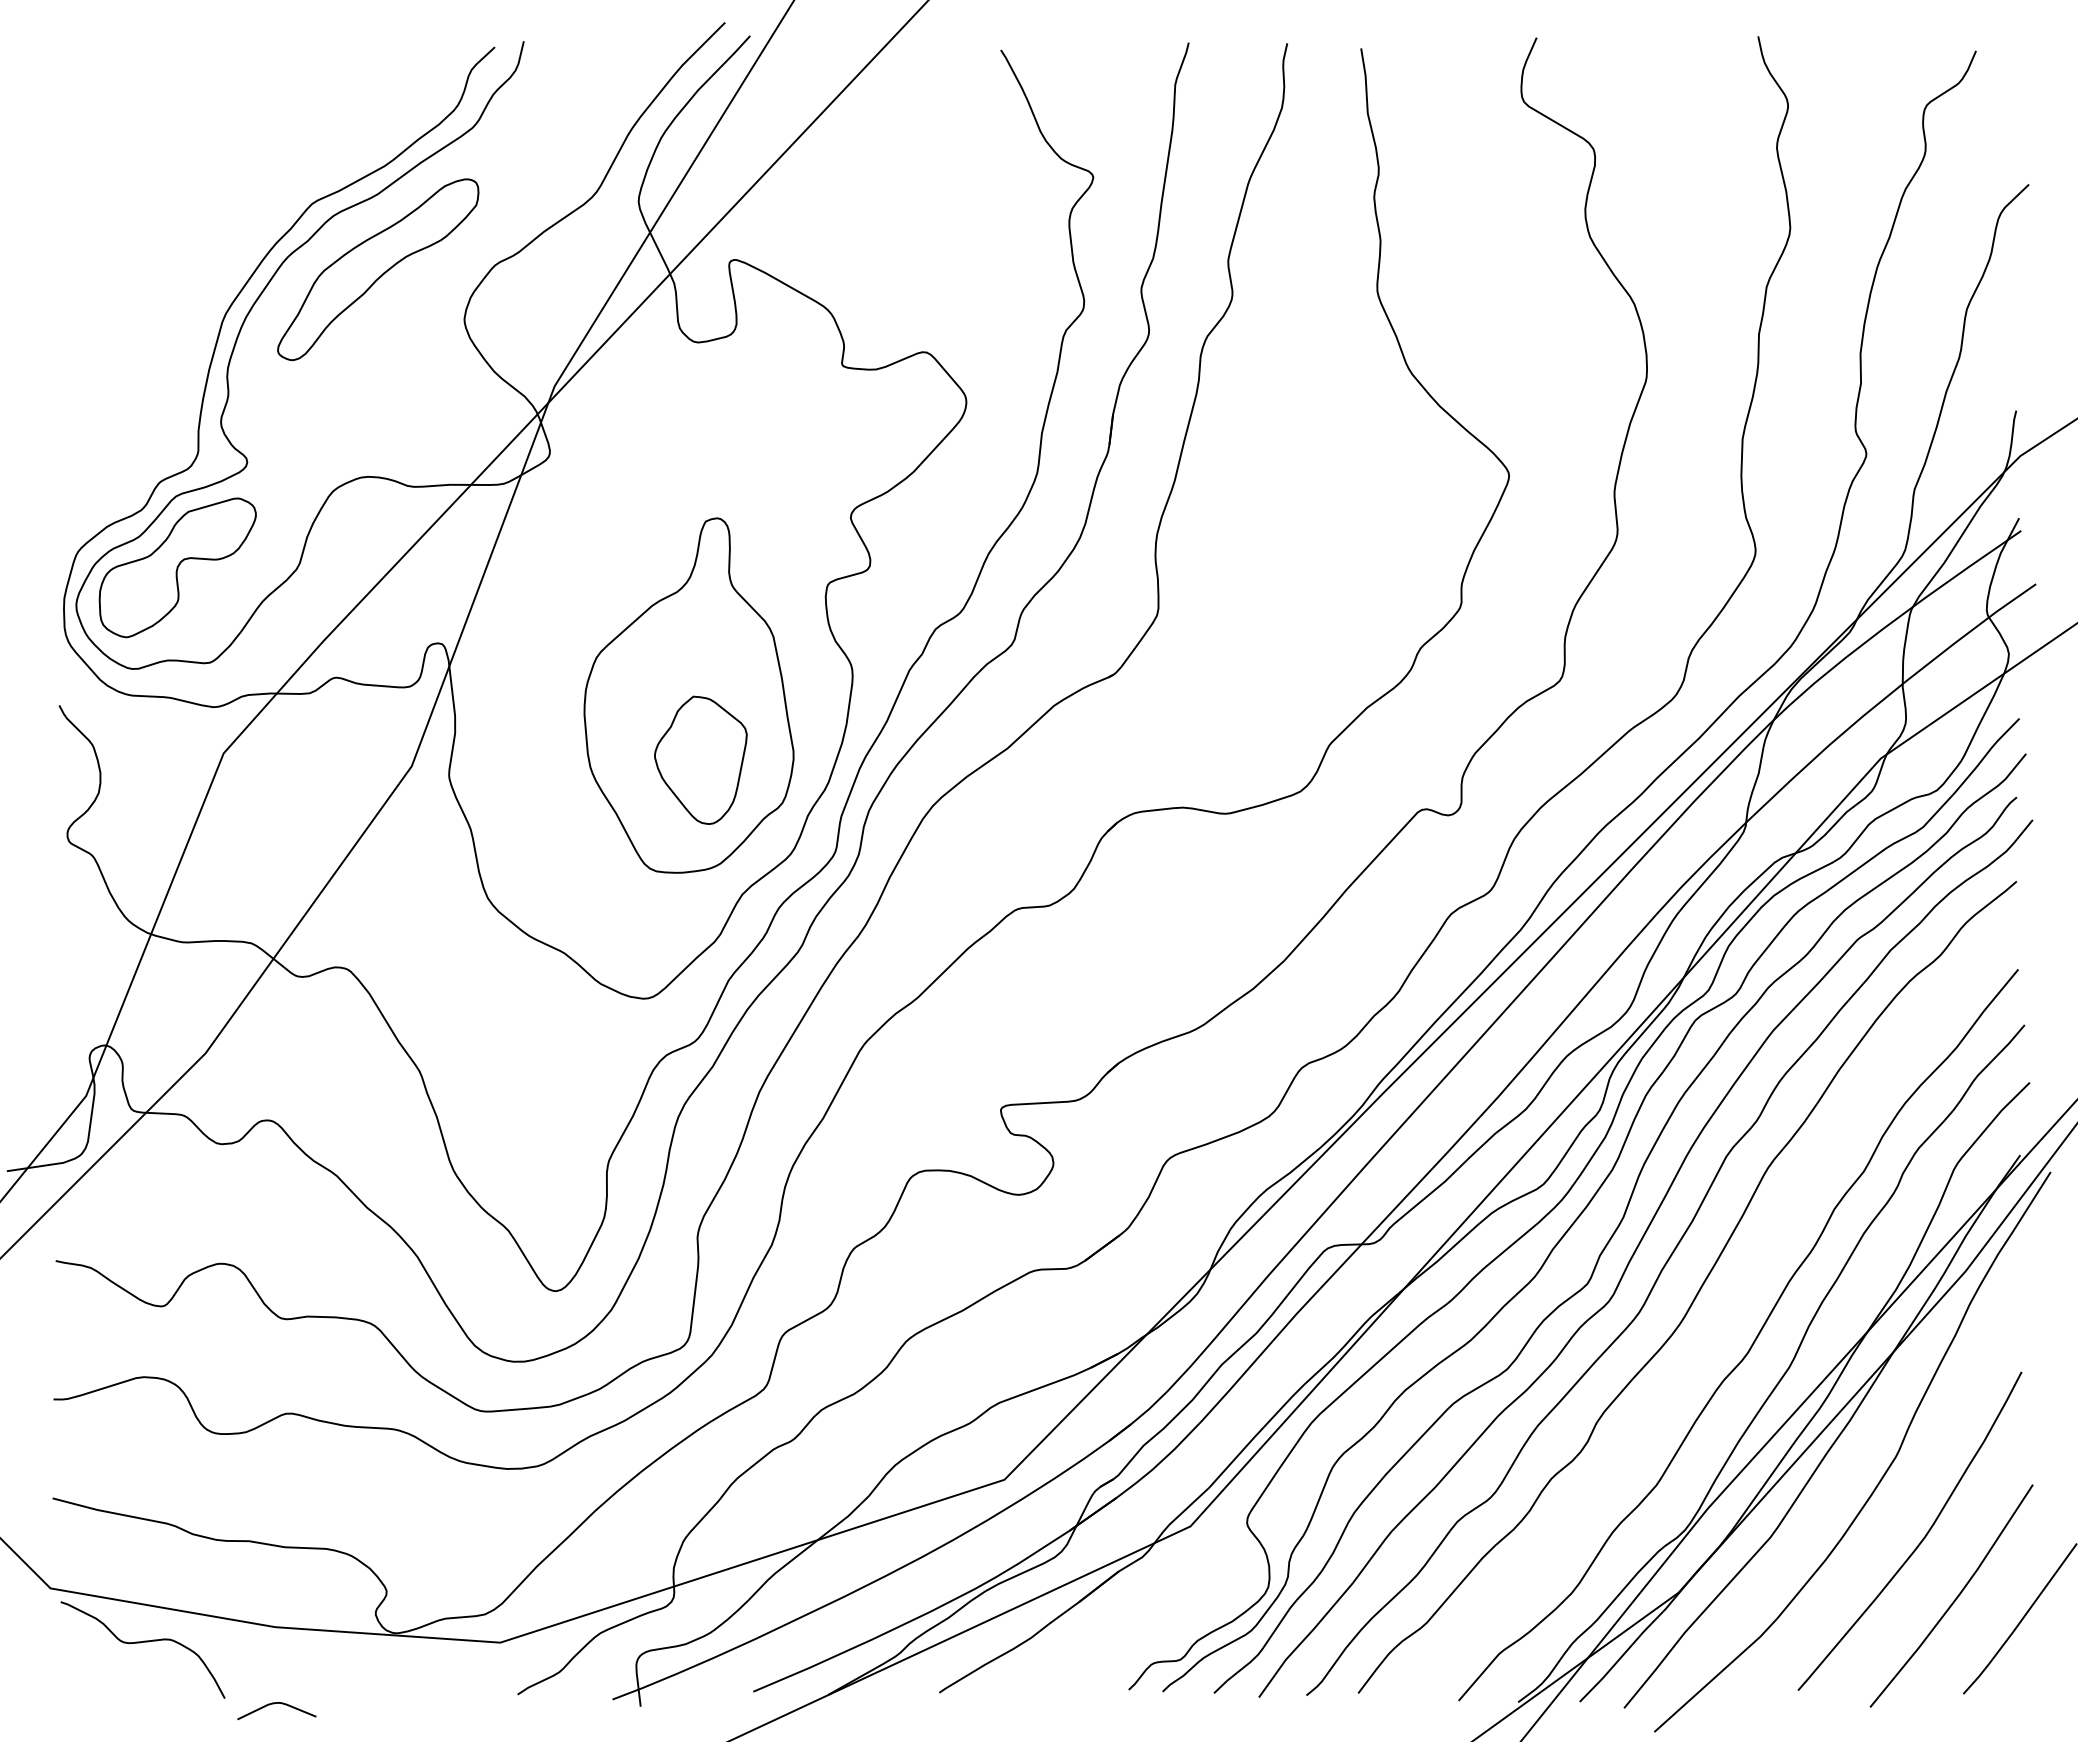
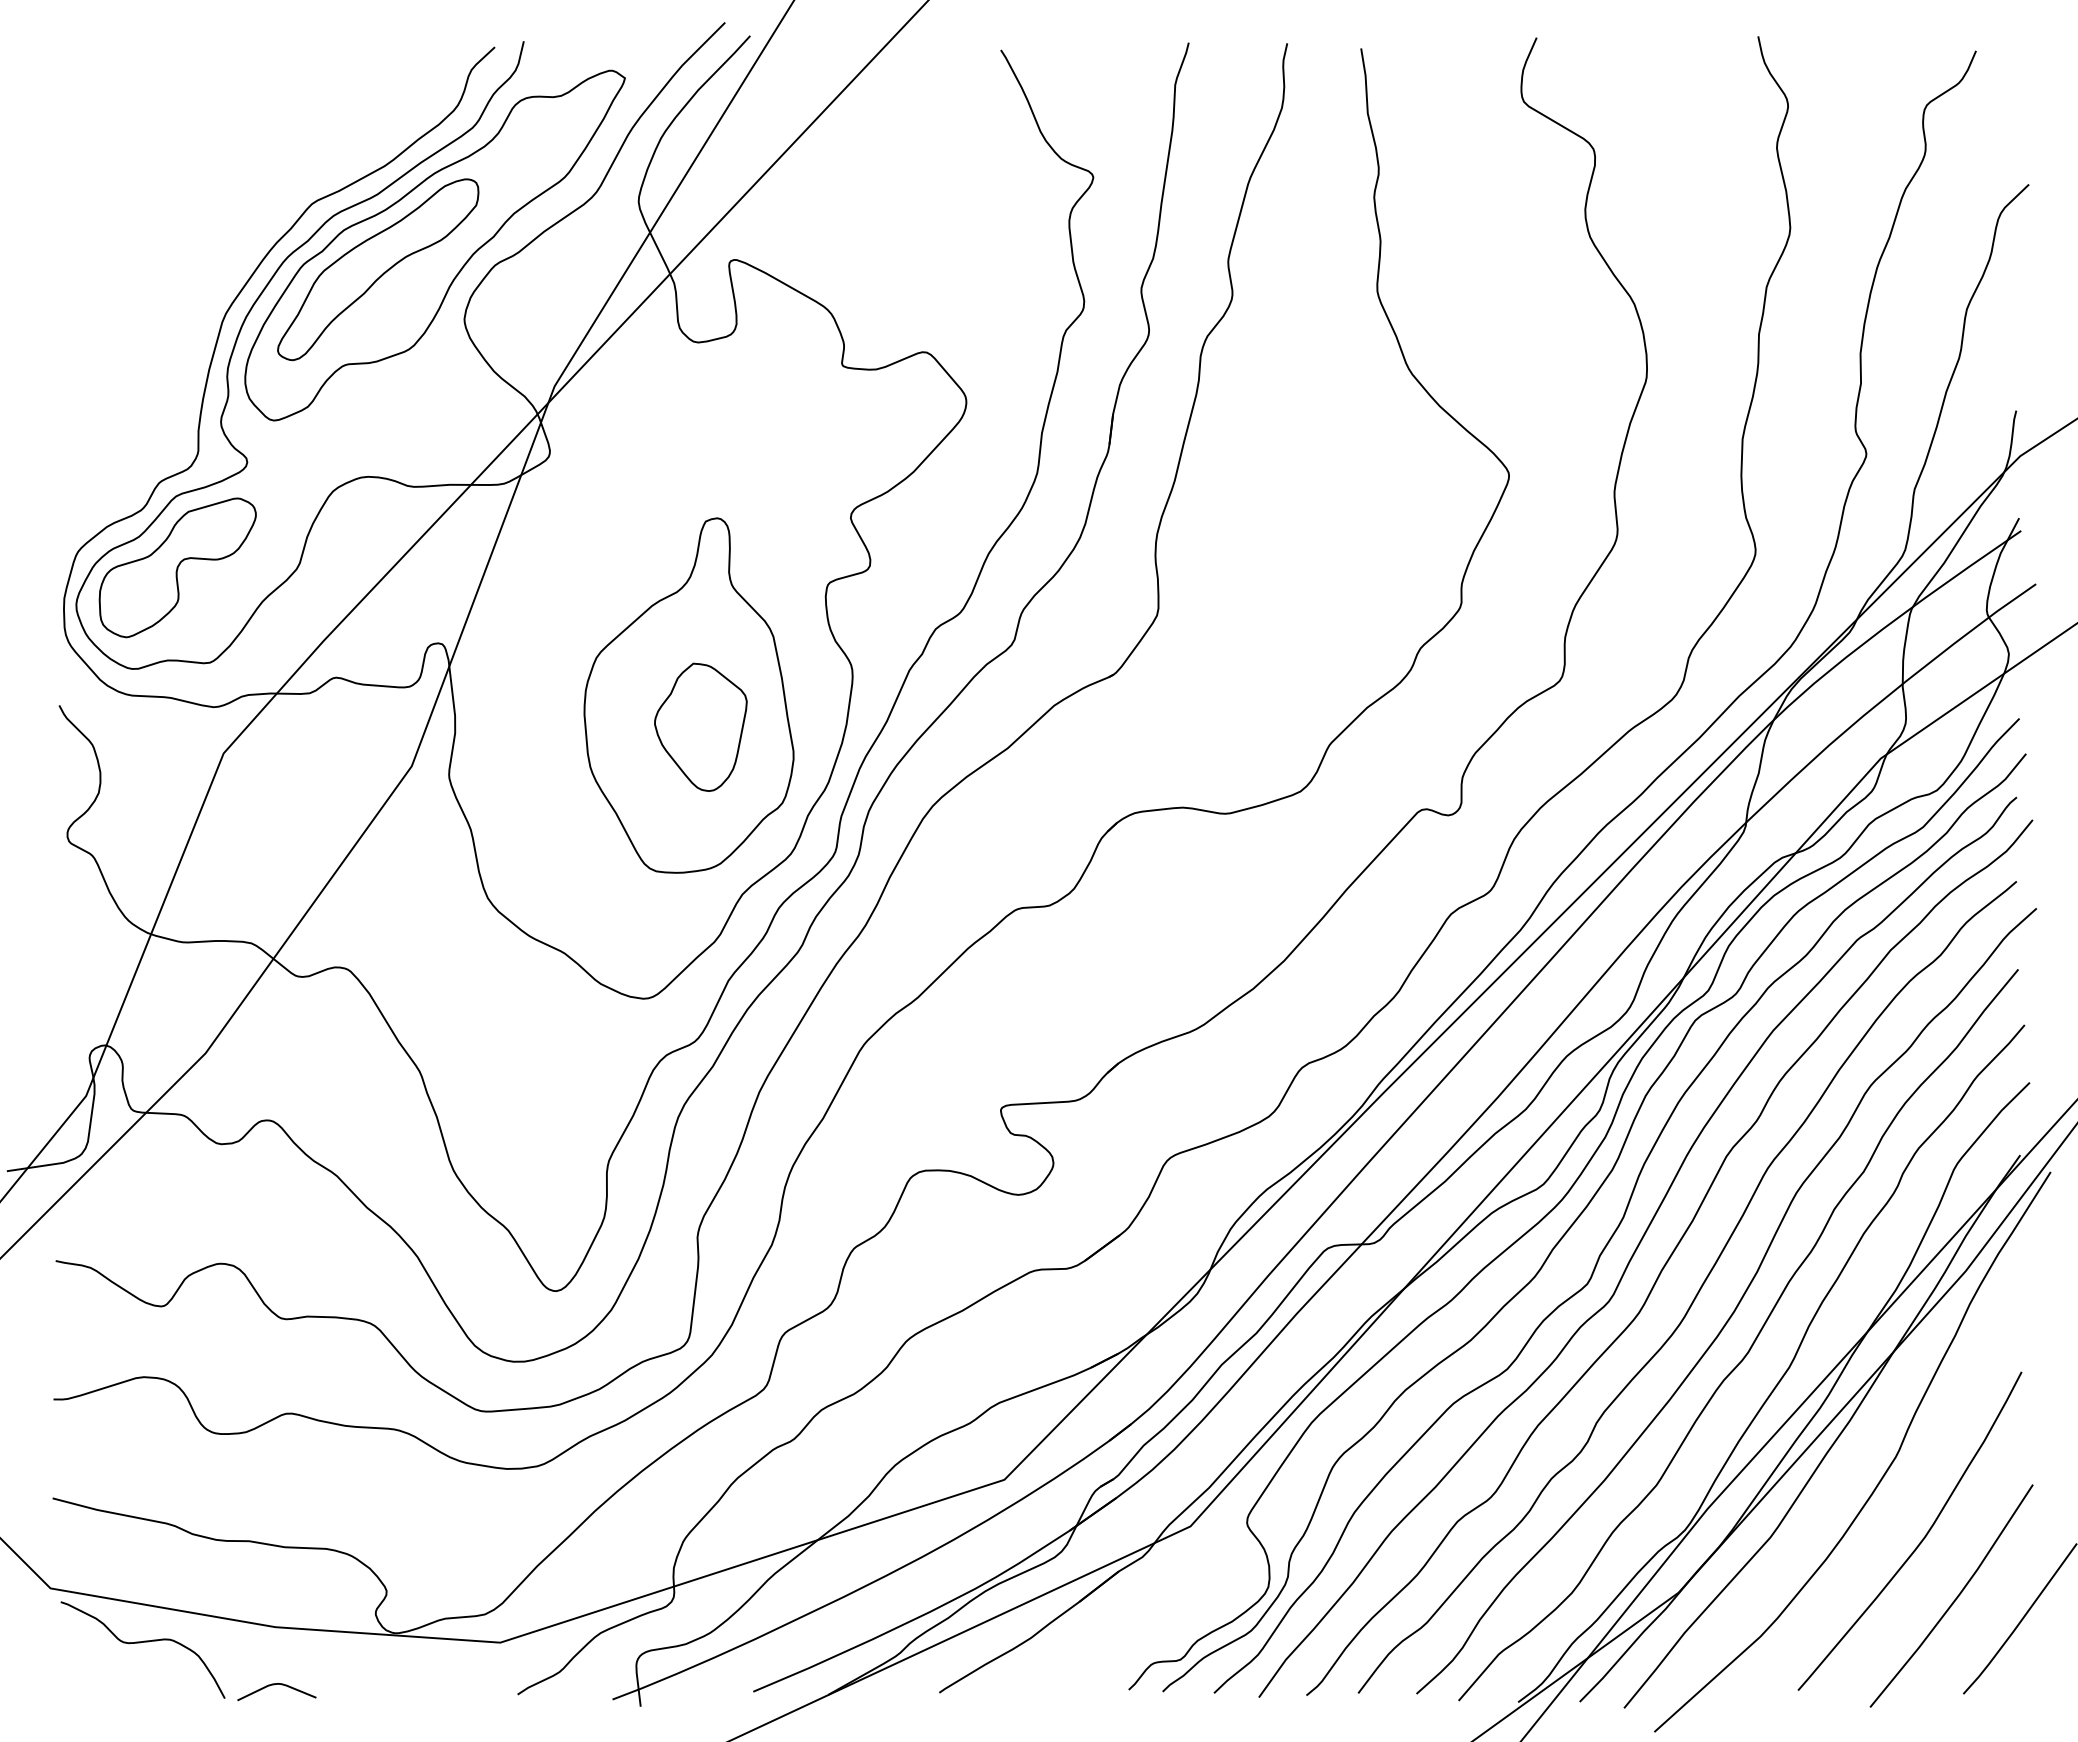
part at (434, 245): none -> present
part at (700, 759) position: (700, 759) -> (700, 726)
curve at (1734, 1308): none -> present
curve at (274, 1704) position: (274, 1704) -> (274, 1685)
